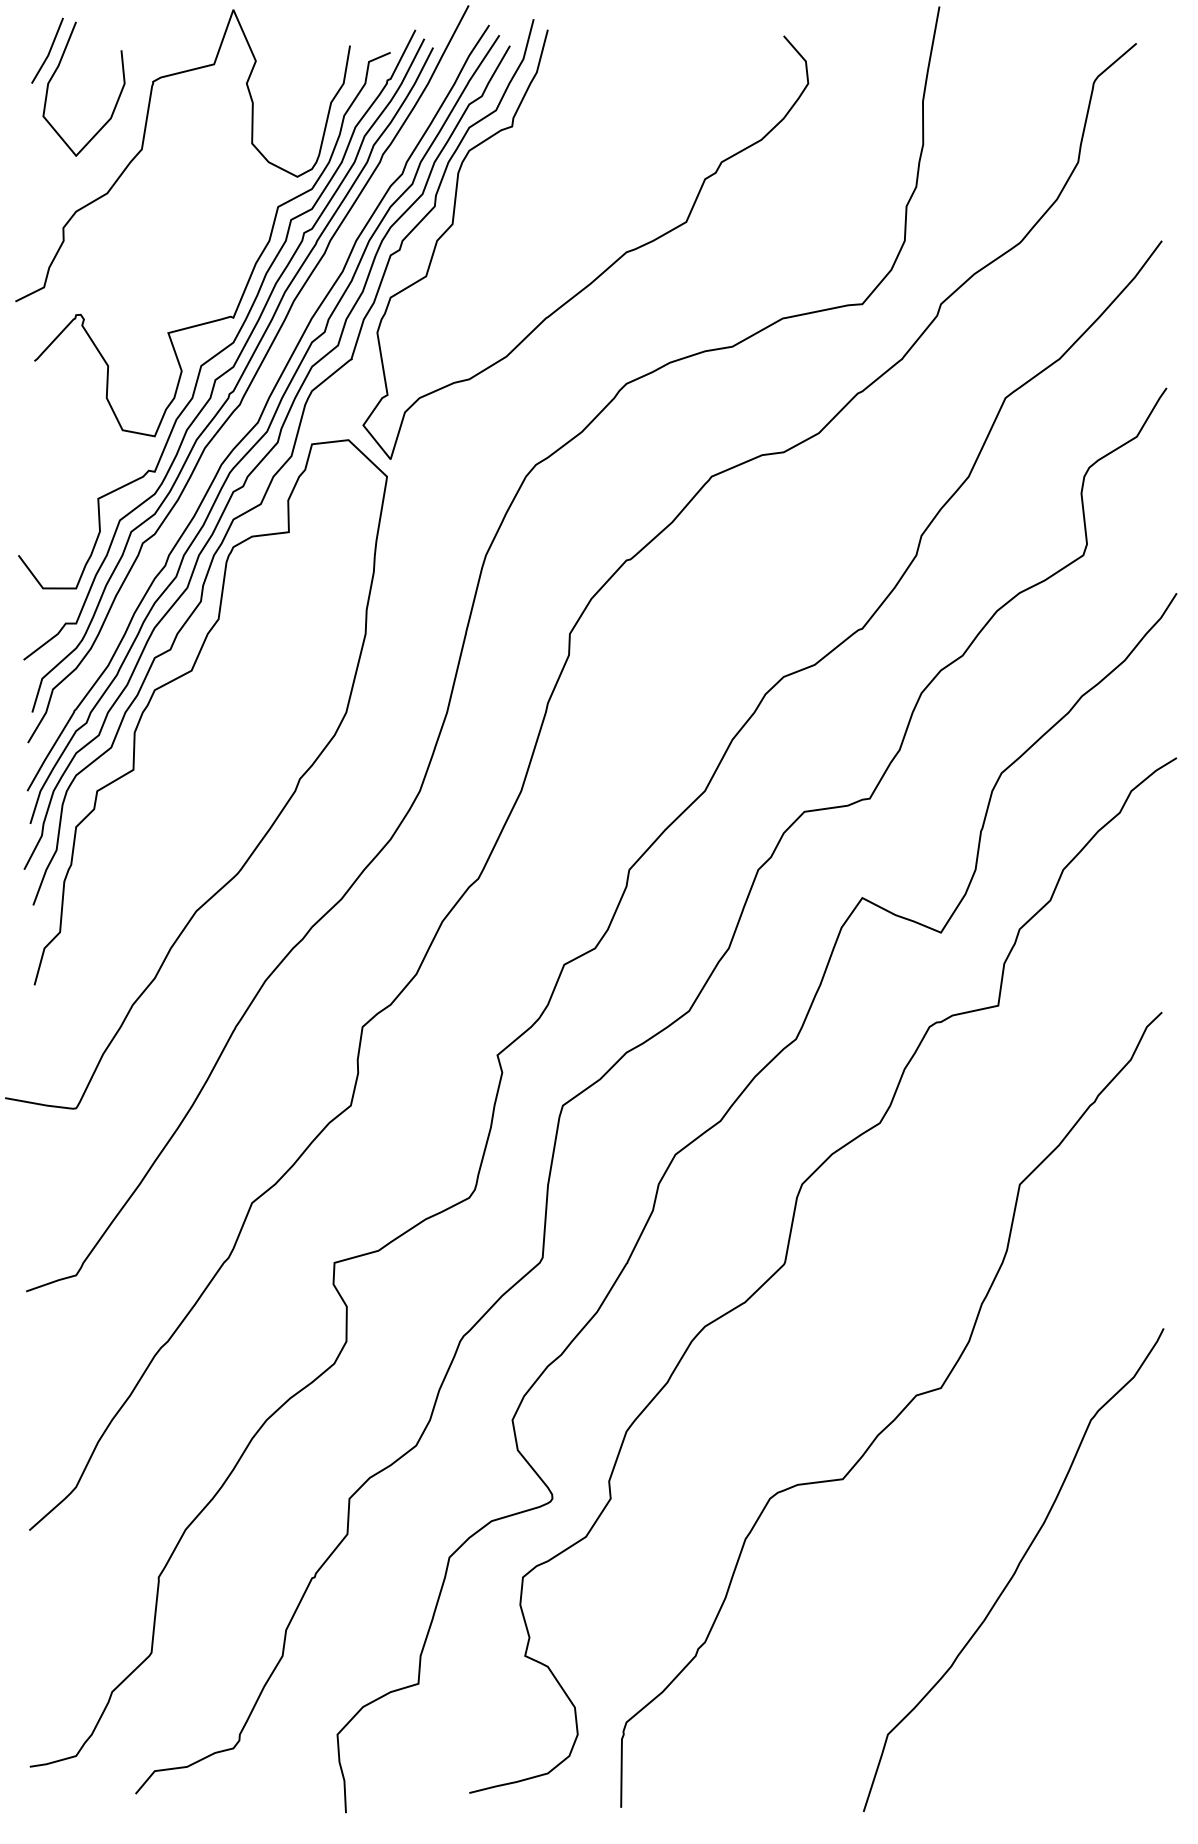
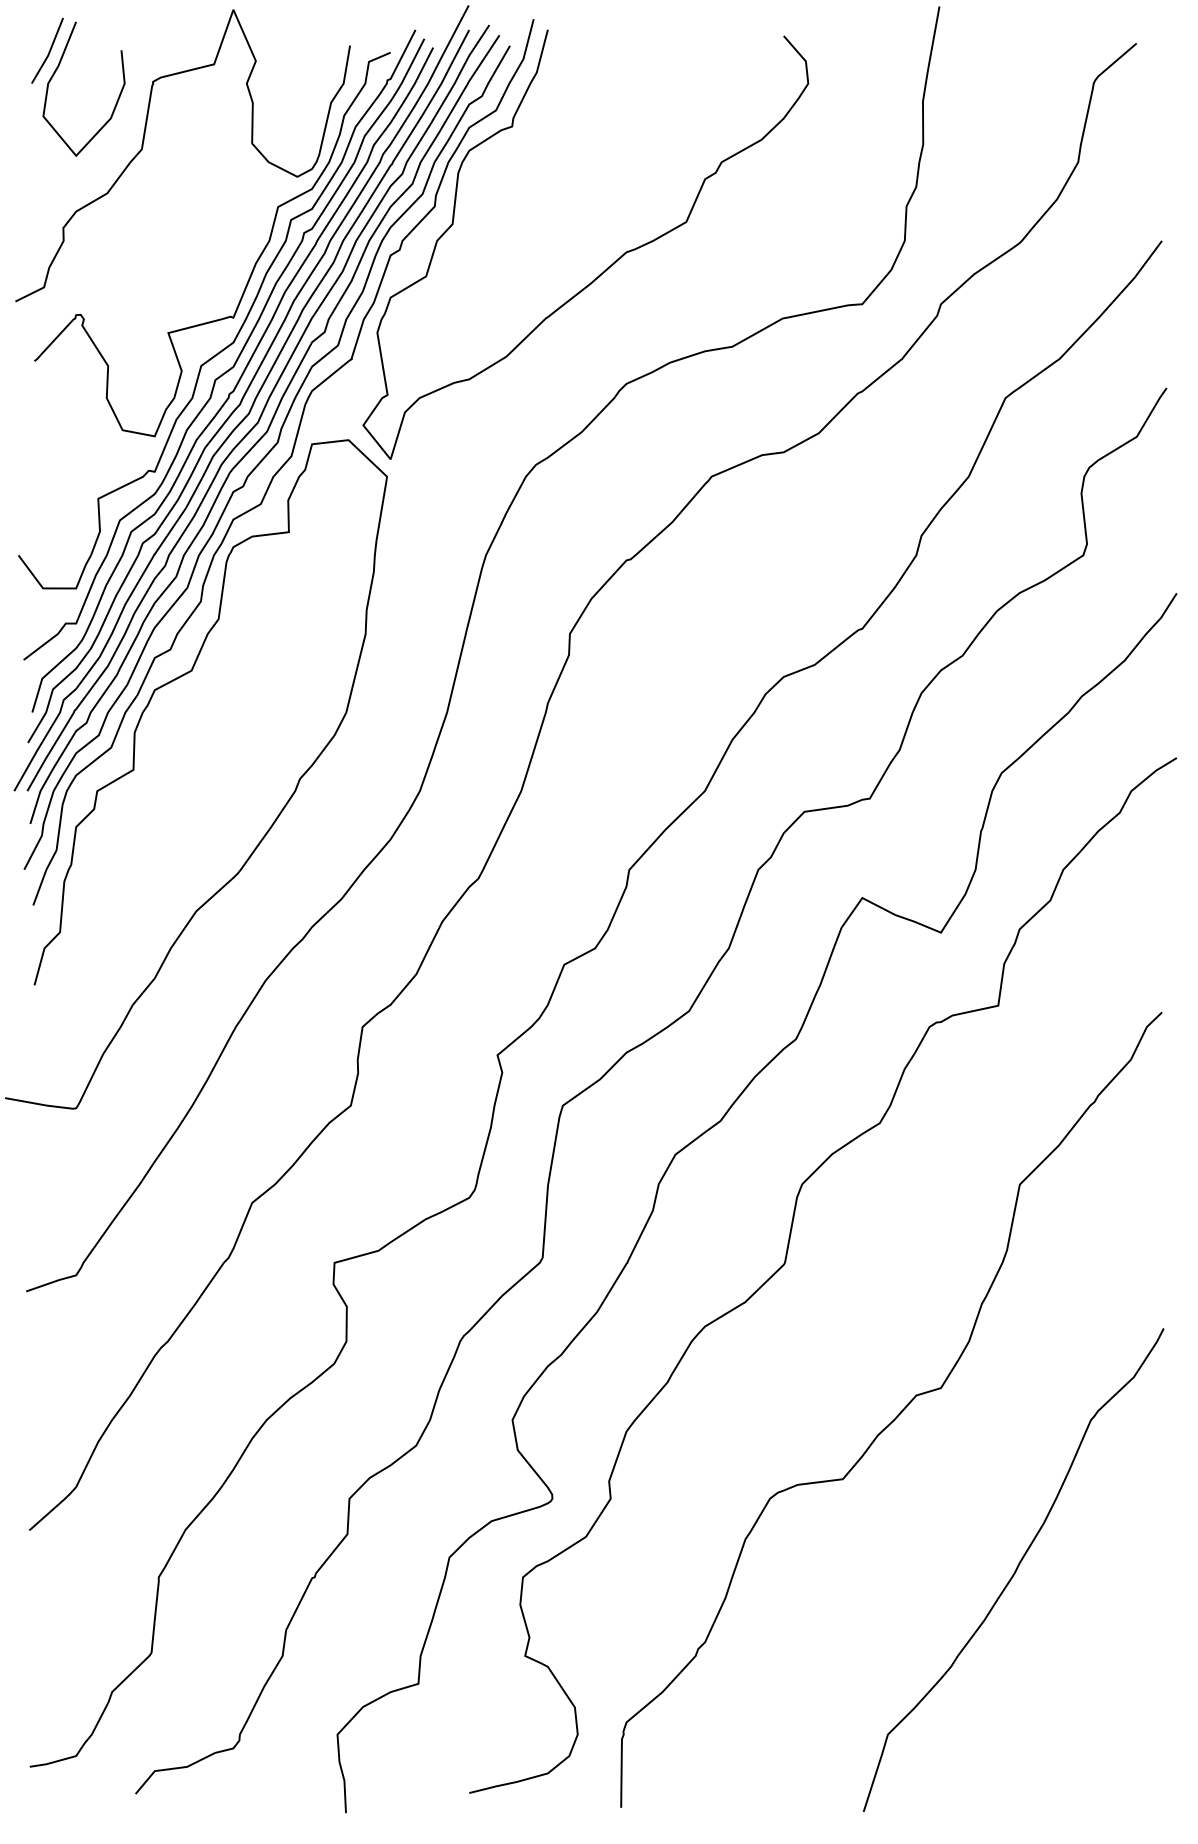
curve at (246, 414): none -> present
